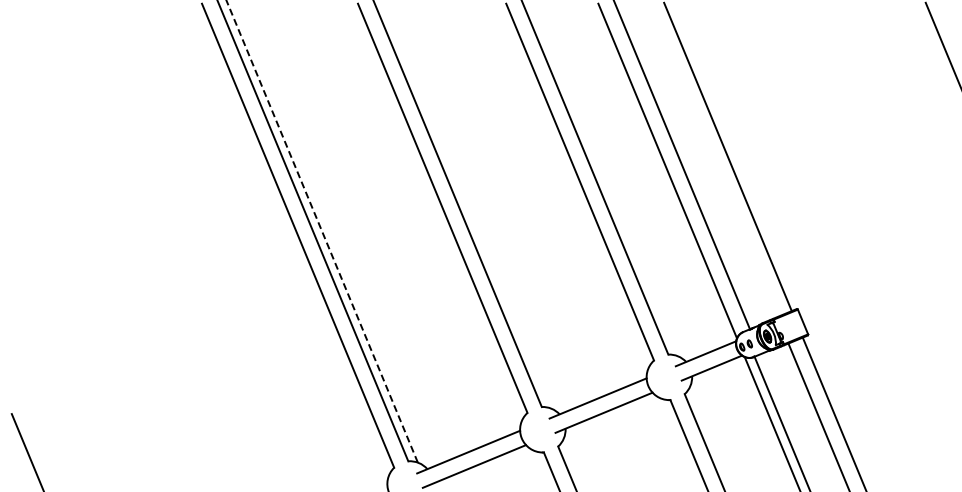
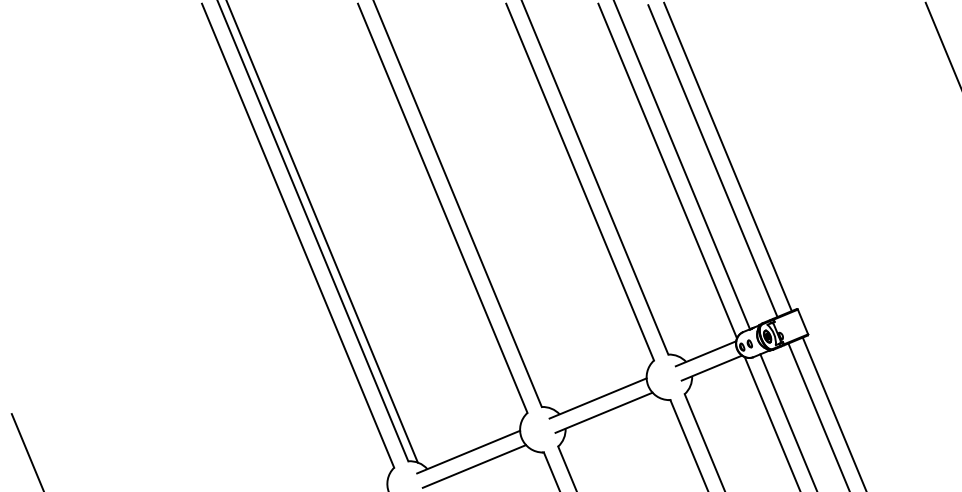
line at (712, 161): none -> present
line at (321, 231): dashed -> solid
line at (781, 422) position: (781, 422) -> (788, 421)
